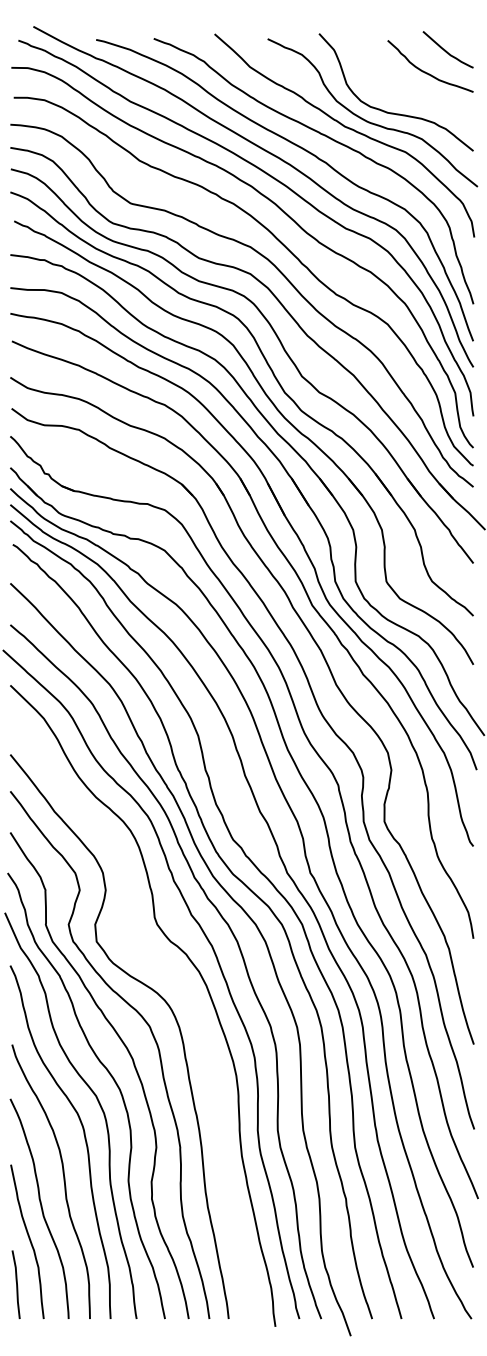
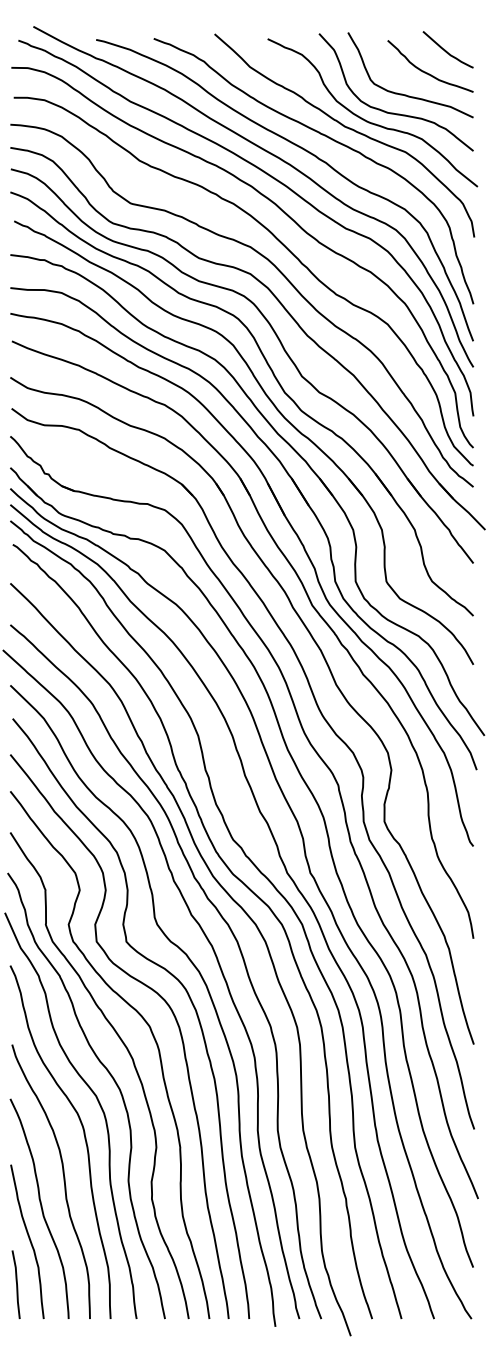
curve at (406, 94): none -> present
curve at (168, 973): none -> present
